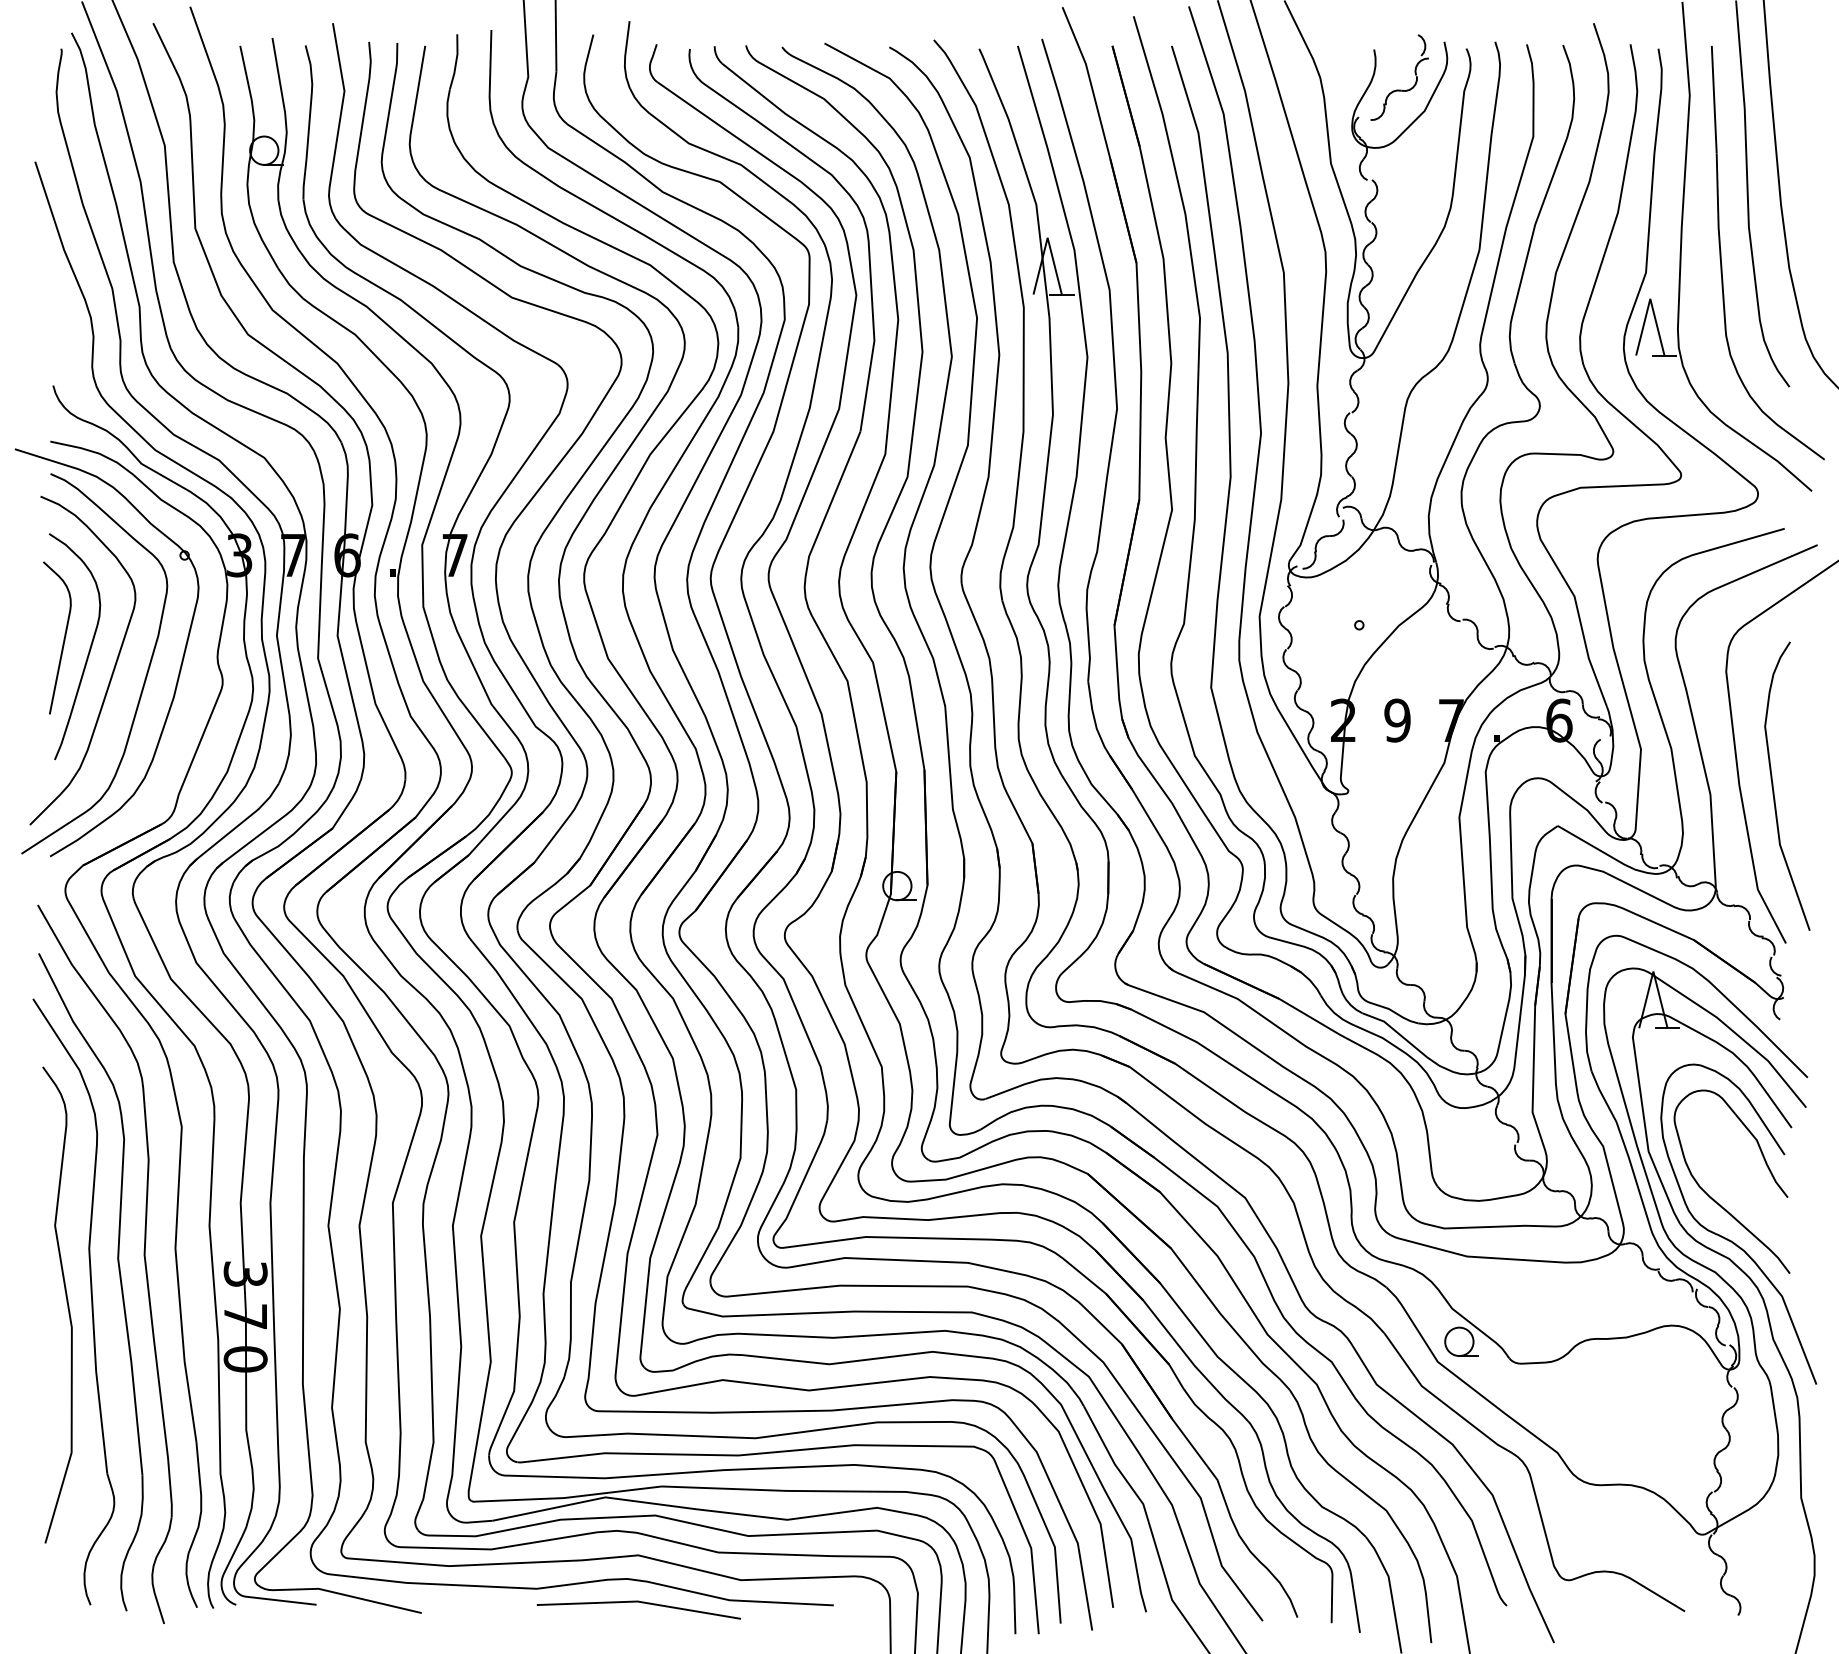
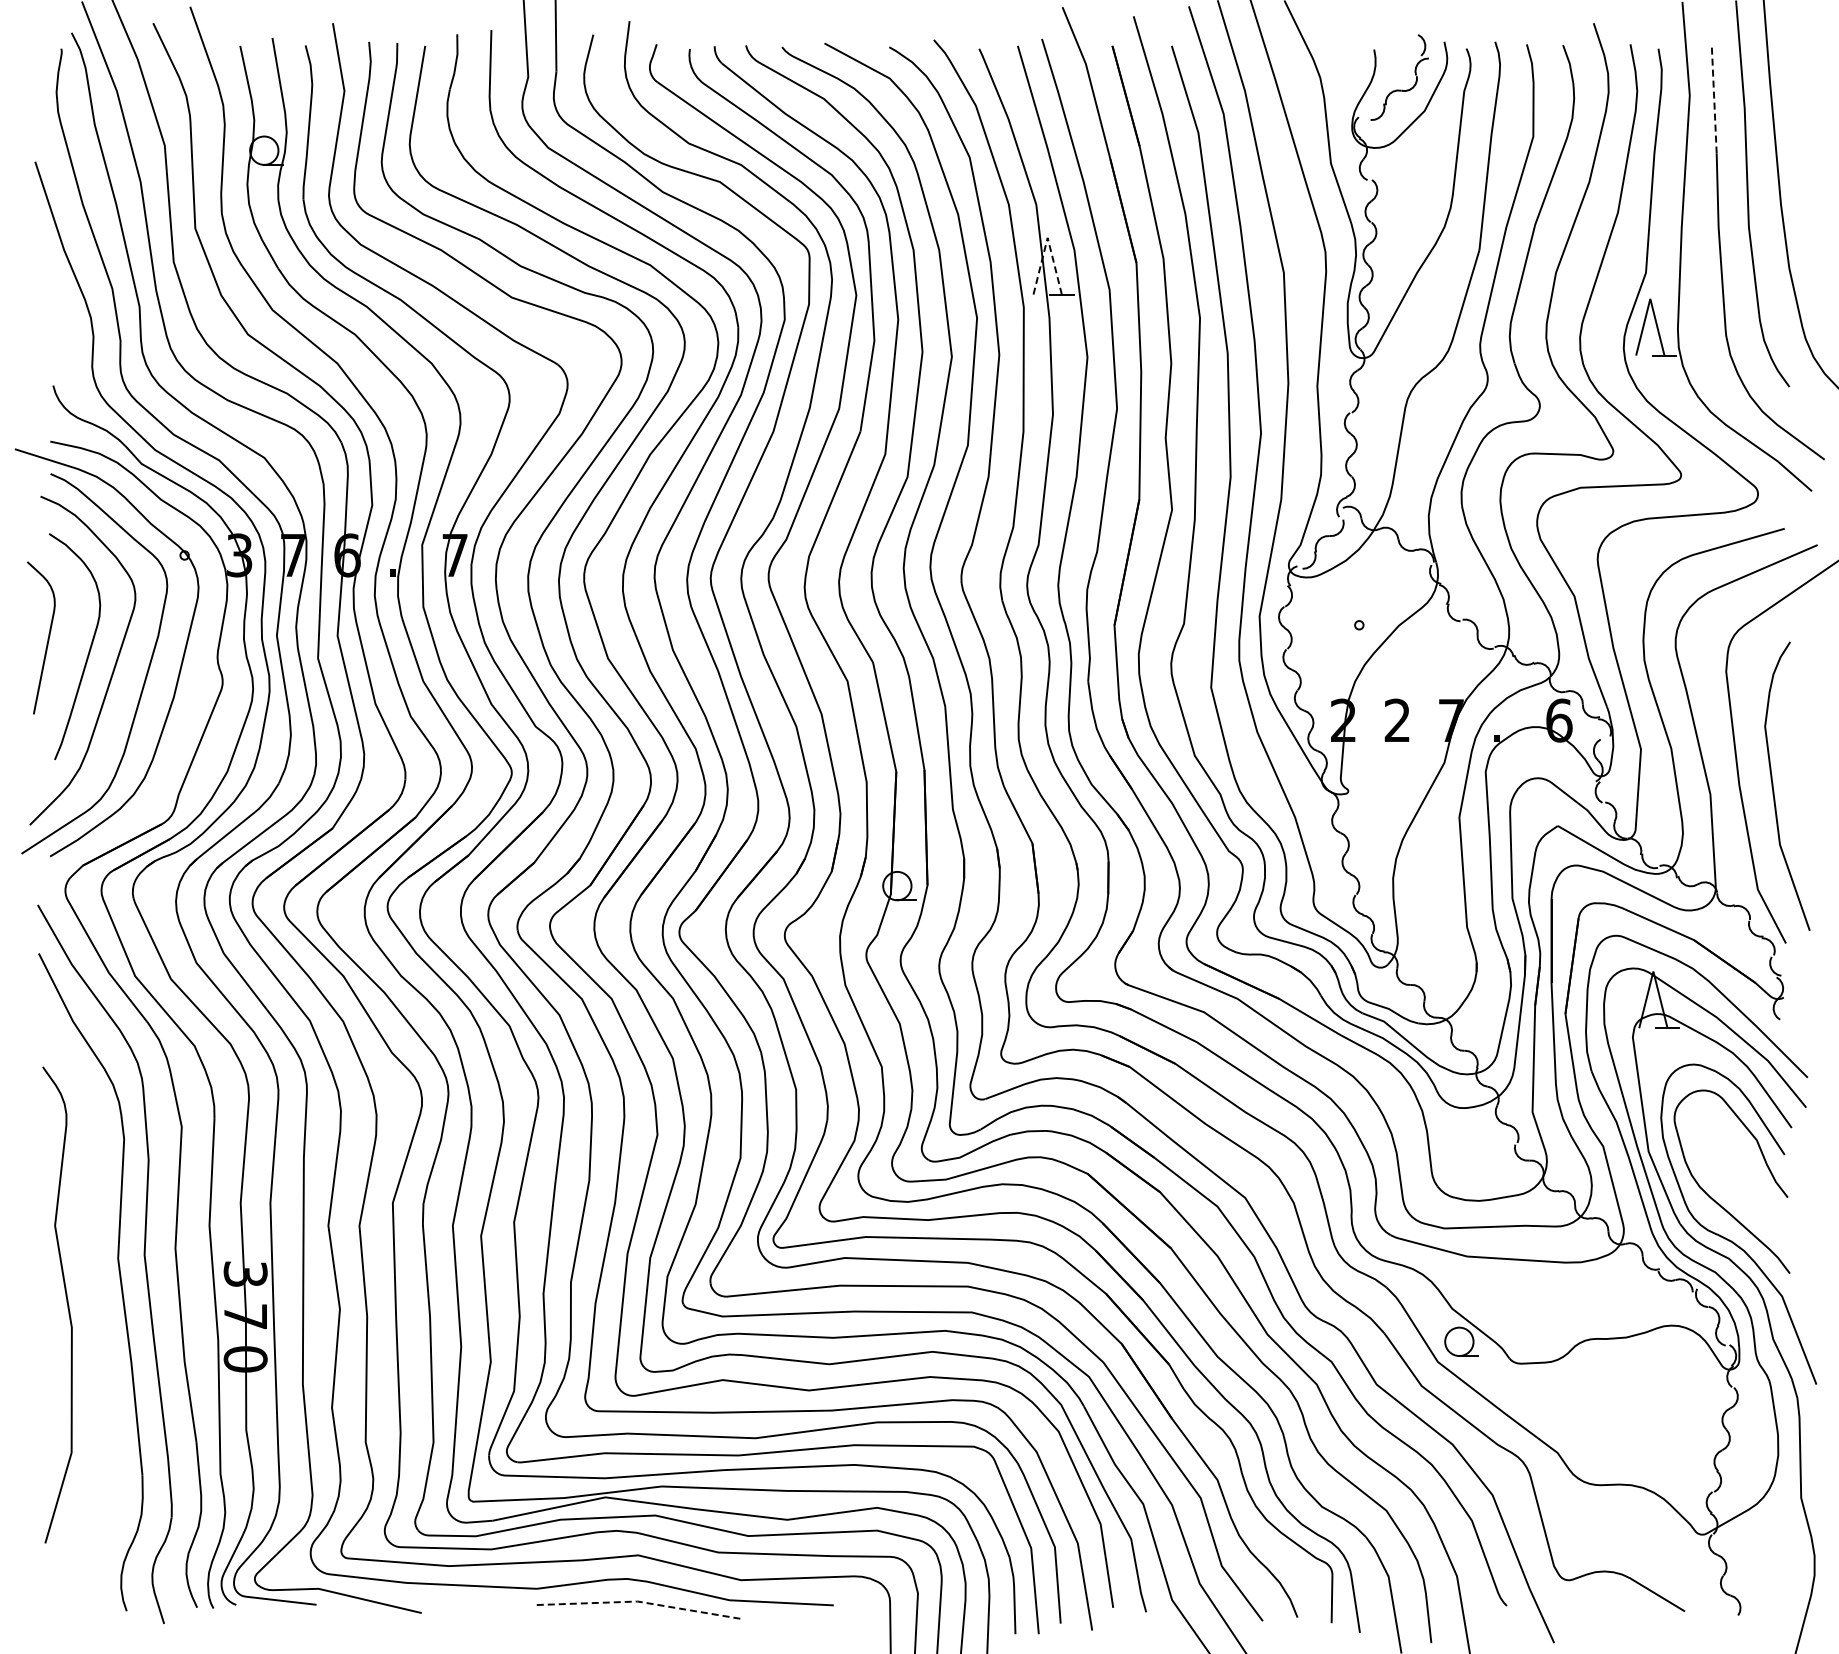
line at (1714, 99): solid -> dashed
line at (1047, 237): solid -> dashed
curve at (63, 638) position: (63, 638) -> (47, 638)
text at (1397, 720): 9 -> 2
part at (91, 1301): present -> none
line at (639, 1601): solid -> dashed
